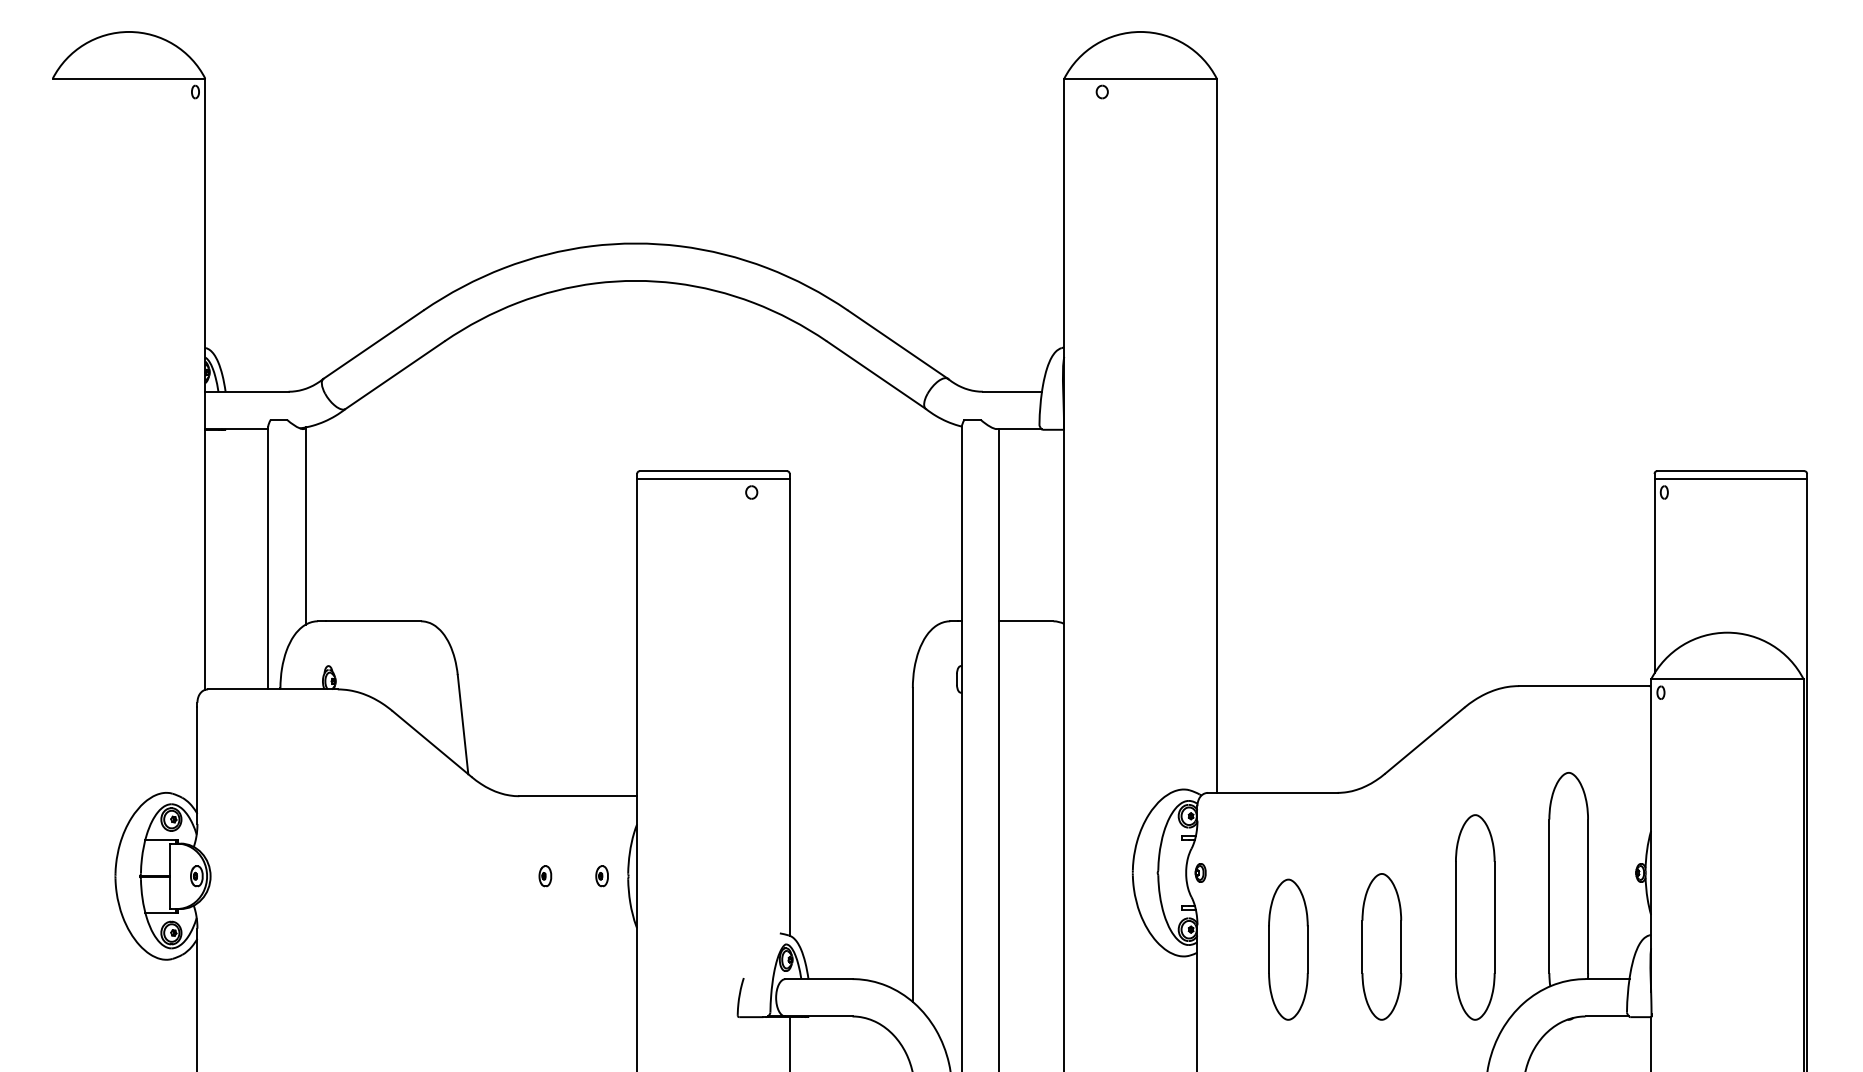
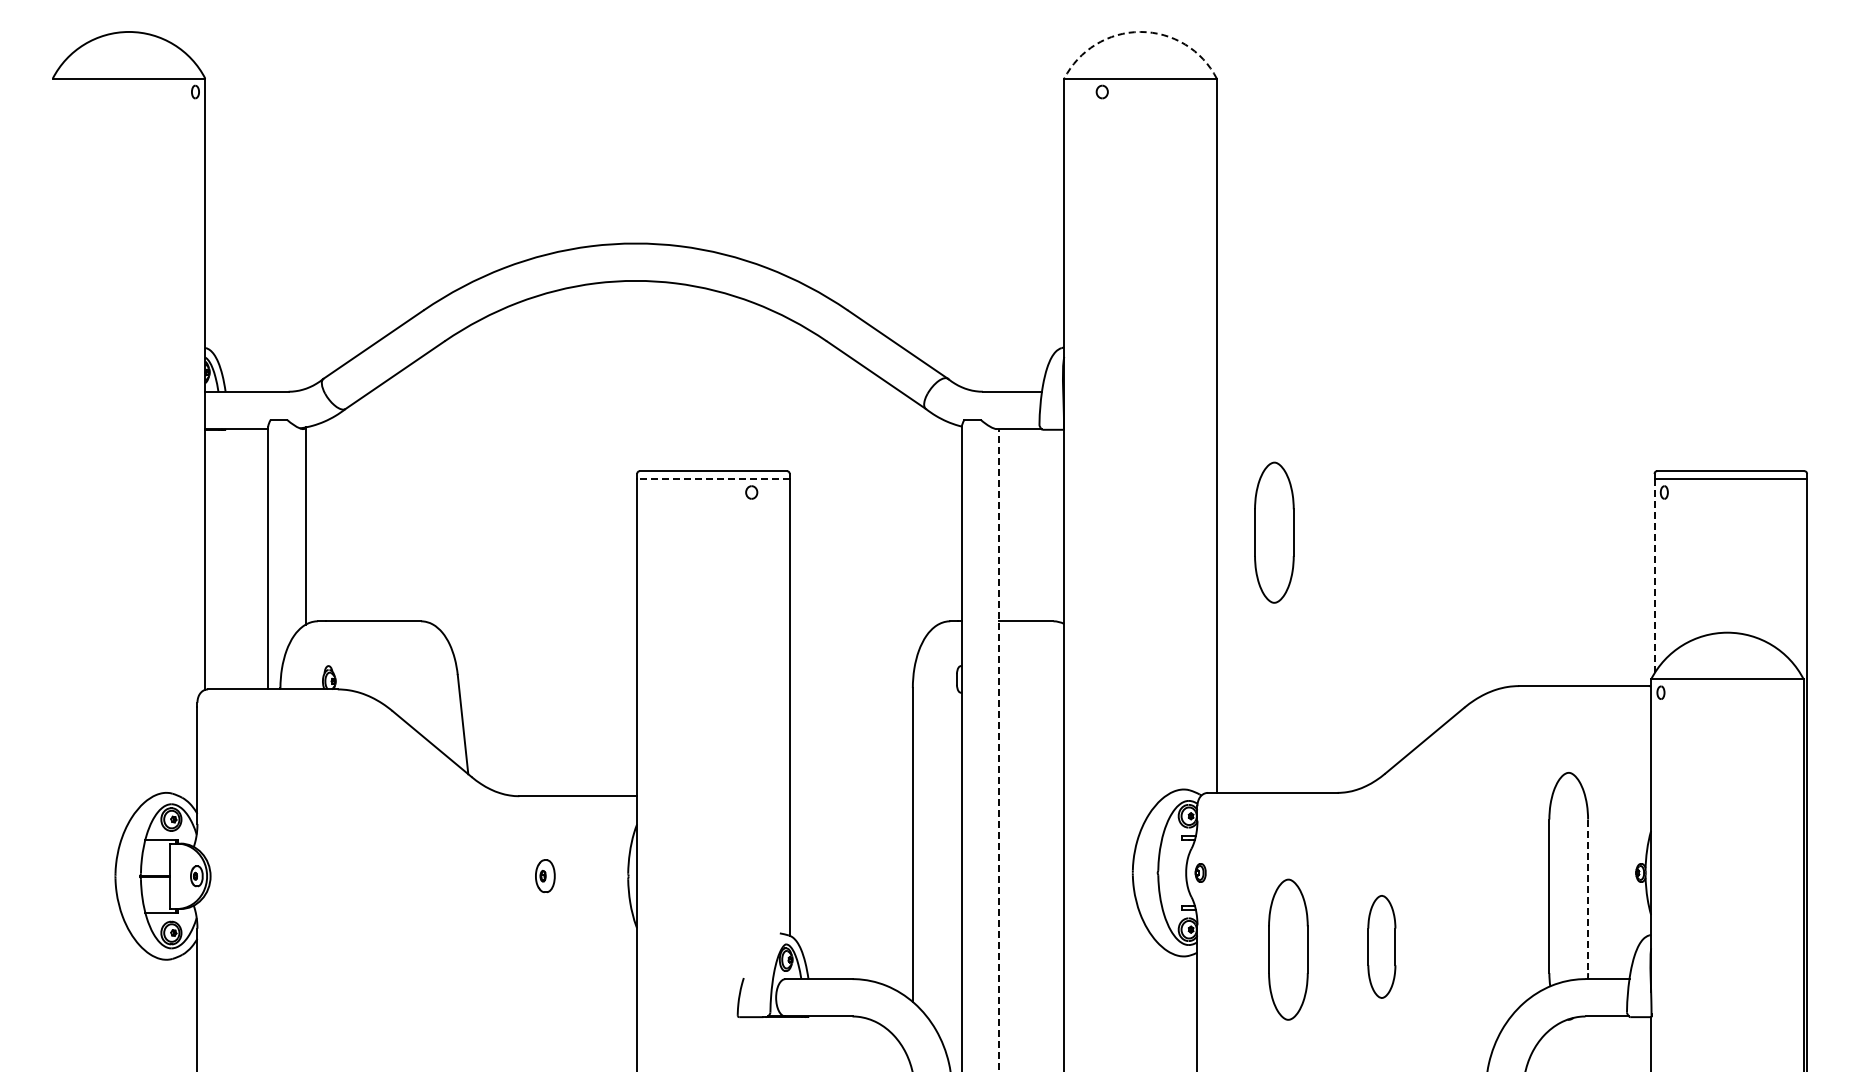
arc at (1140, 31): solid -> dashed
line at (712, 479): solid -> dashed
part at (1274, 532): none -> present
line at (1654, 575): solid -> dashed
line at (999, 749): solid -> dashed
part at (545, 876) size: 15x23 px -> 21x35 px
part at (601, 876): present -> none
line at (1588, 896): solid -> dashed
part at (1475, 917): present -> none
part at (1381, 946) size: 42x148 px -> 30x104 px
line at (789, 1042): present -> none
